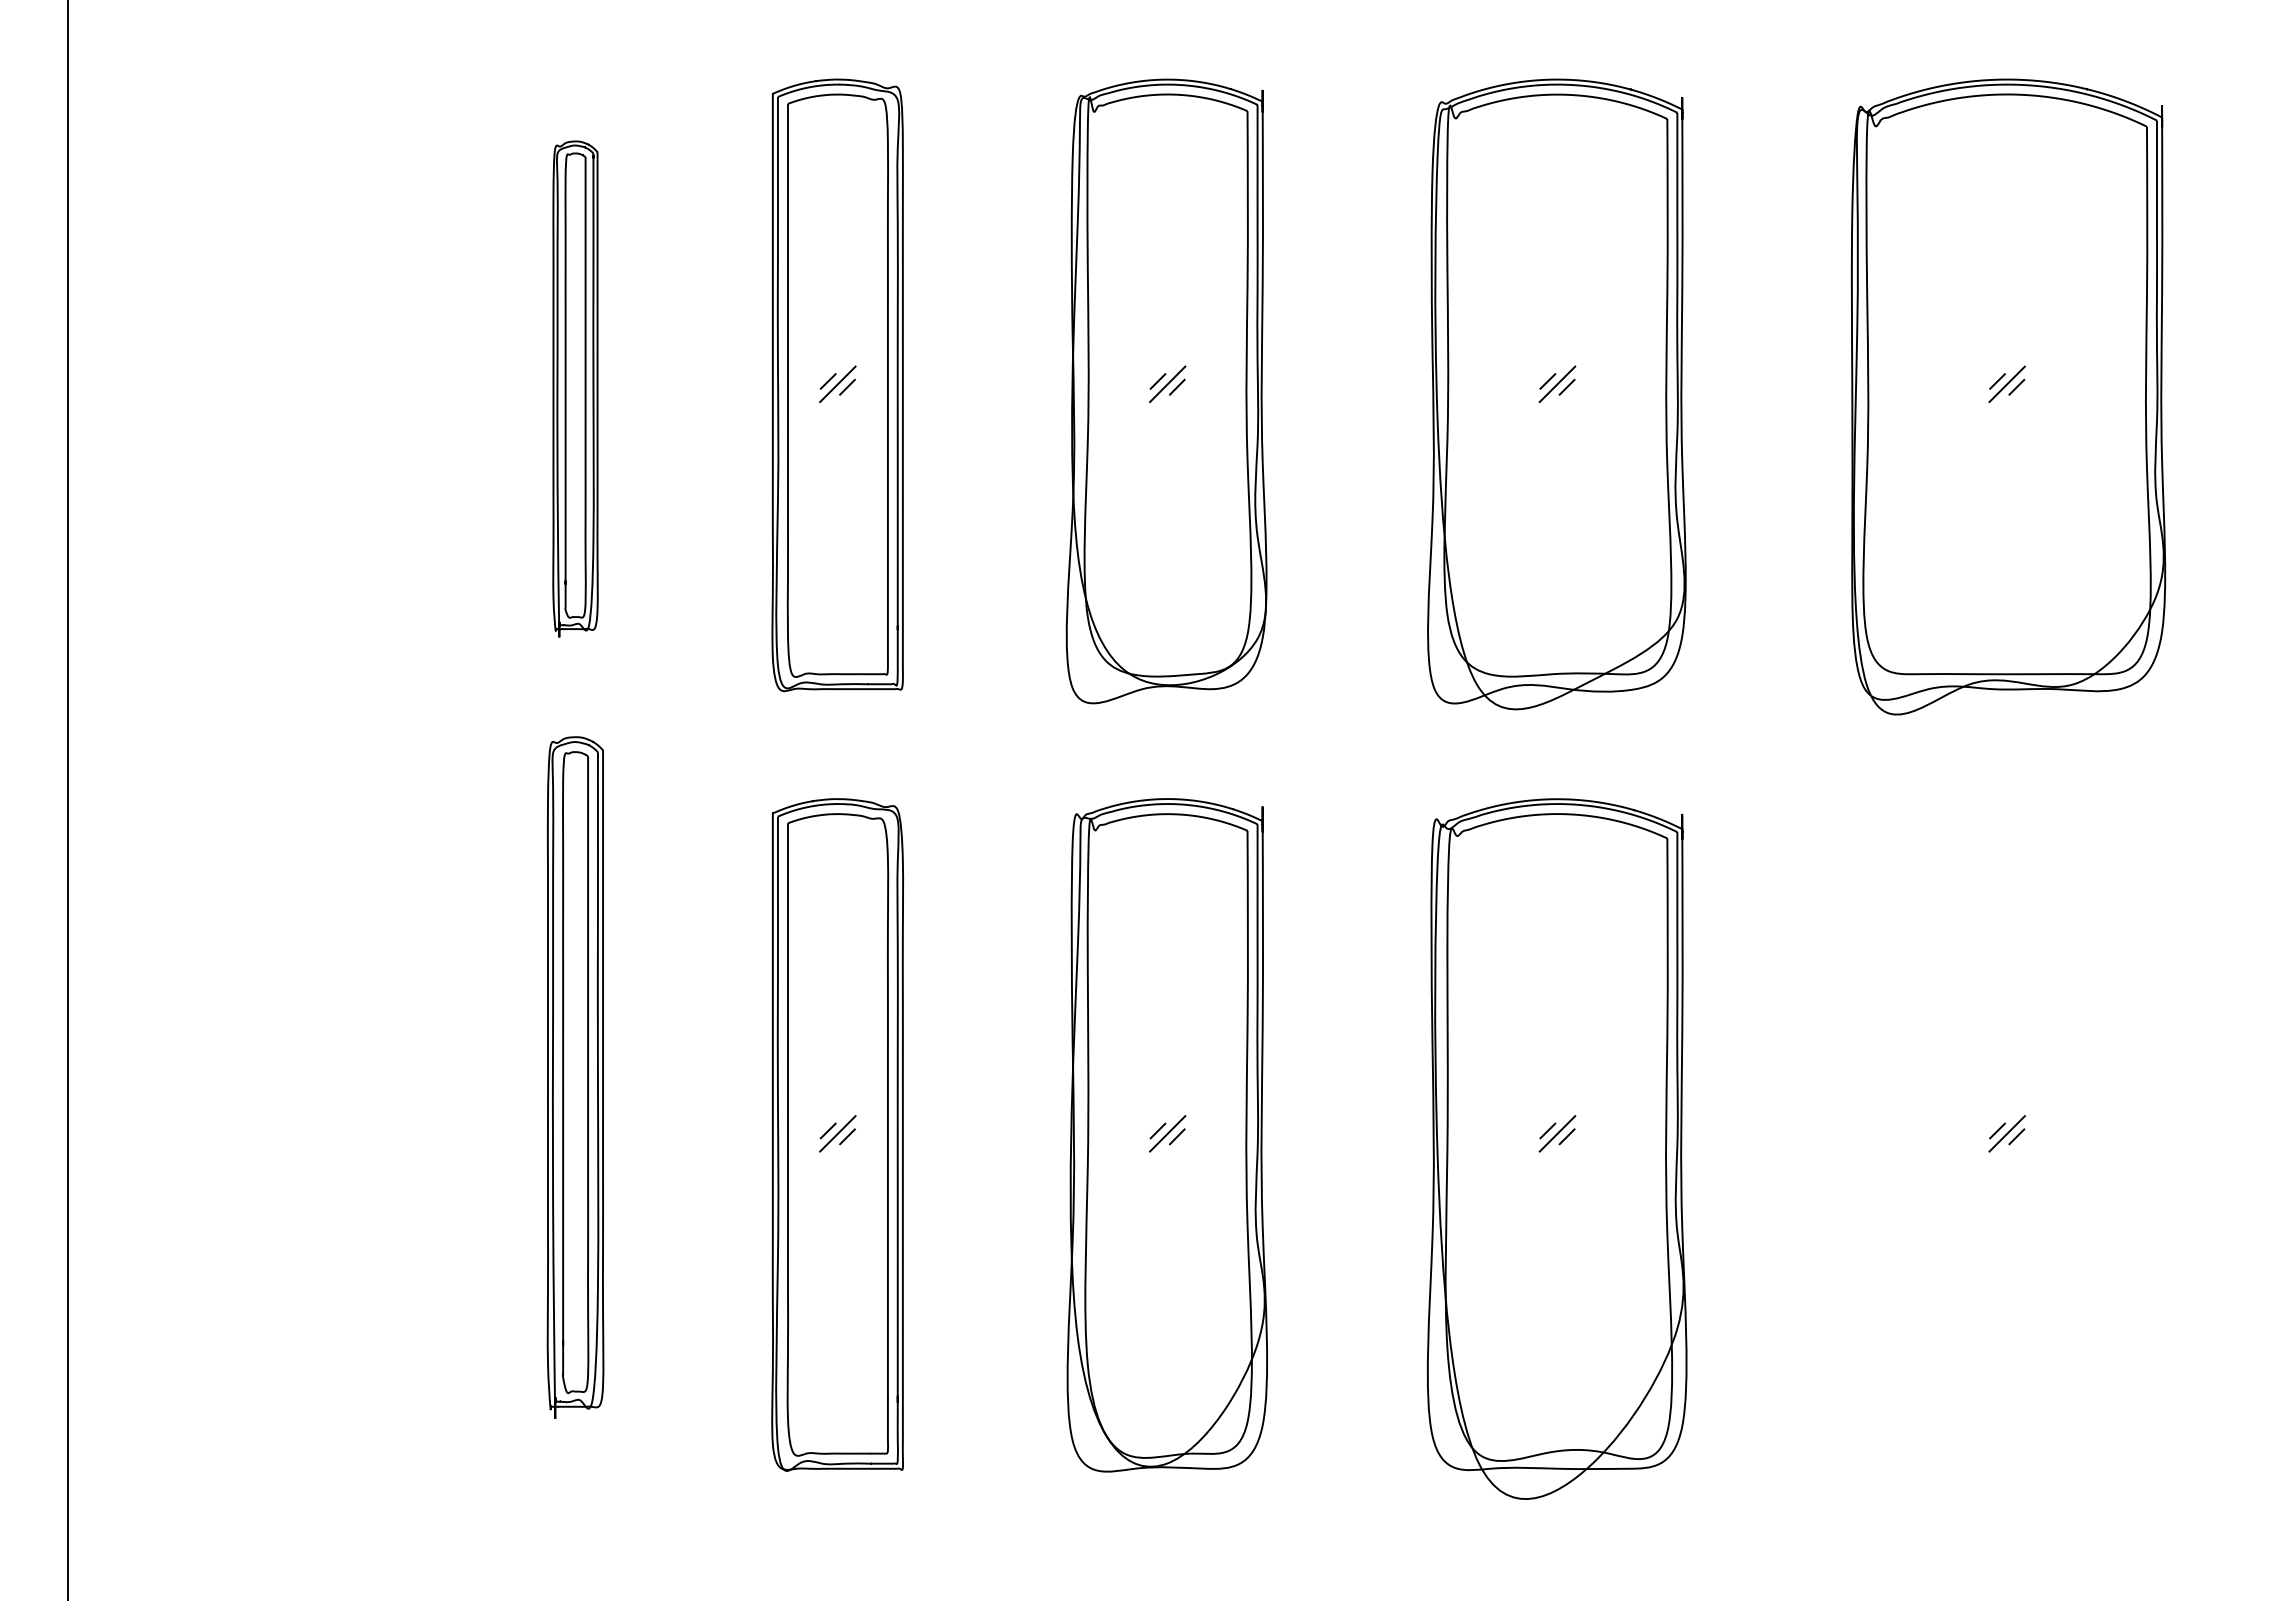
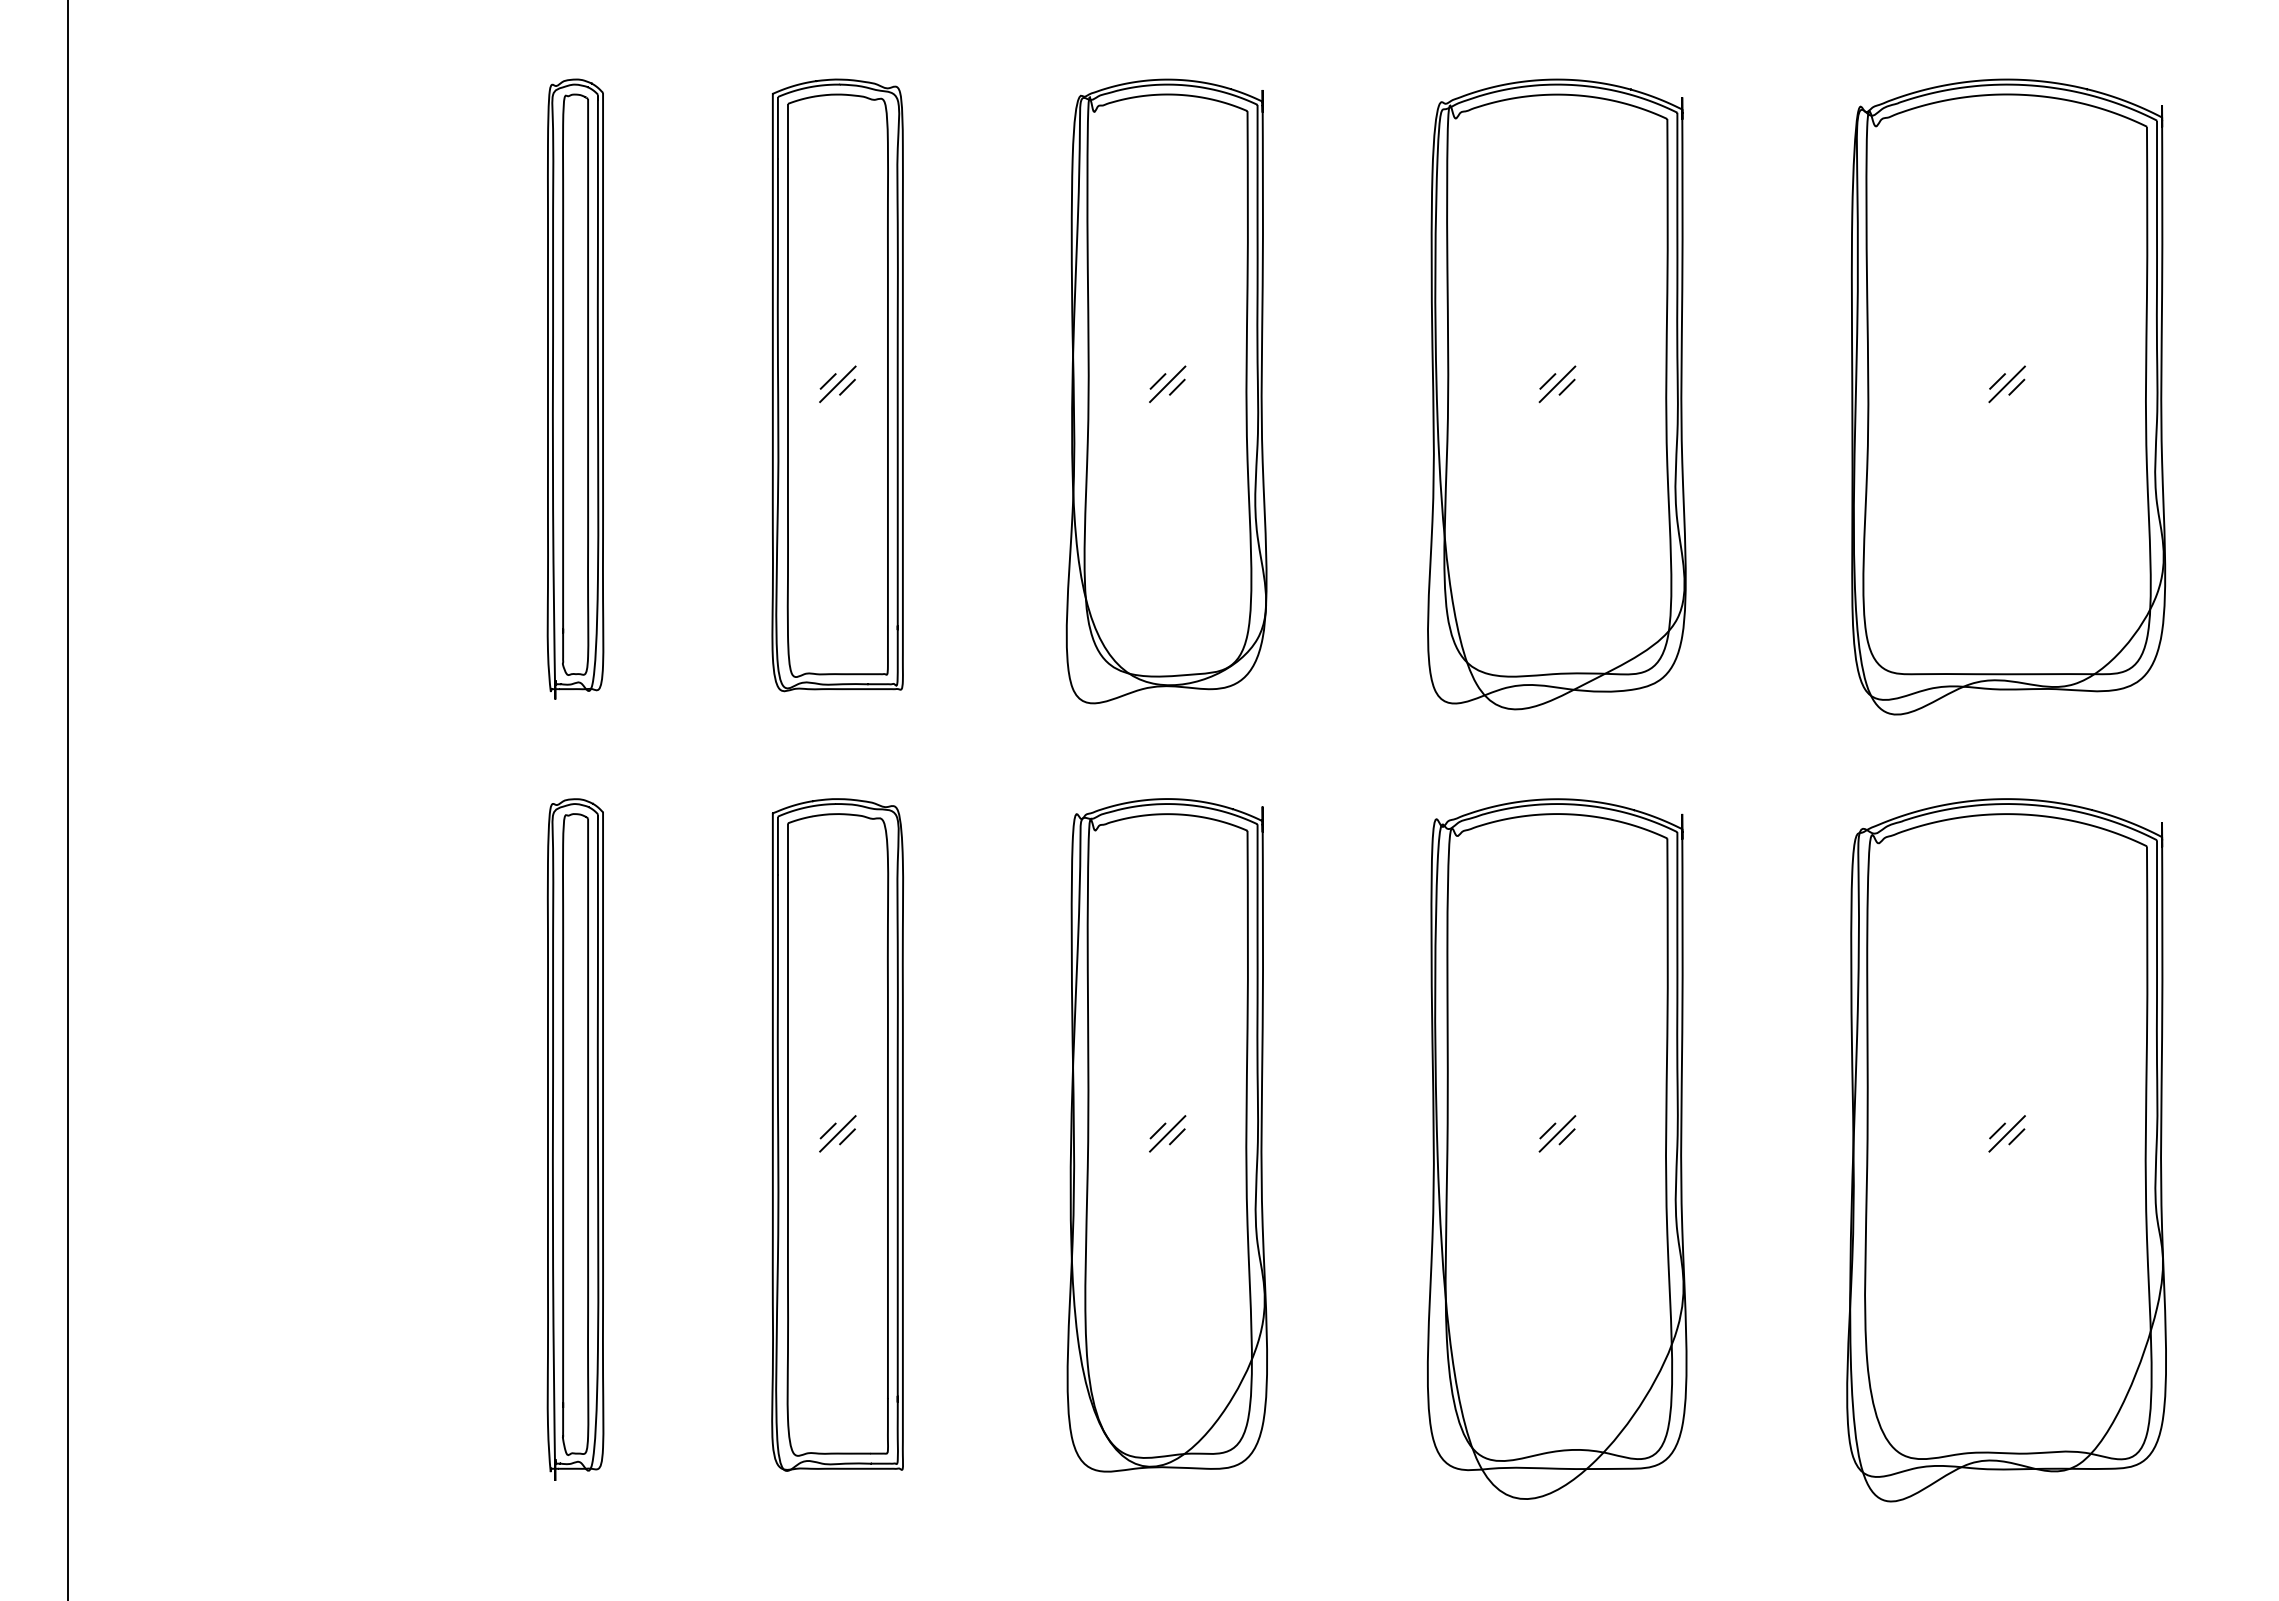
part at (575, 388) size: 47x498 px -> 59x622 px
part at (575, 1077) position: (575, 1077) -> (575, 1139)
part at (2006, 1150): none -> present
